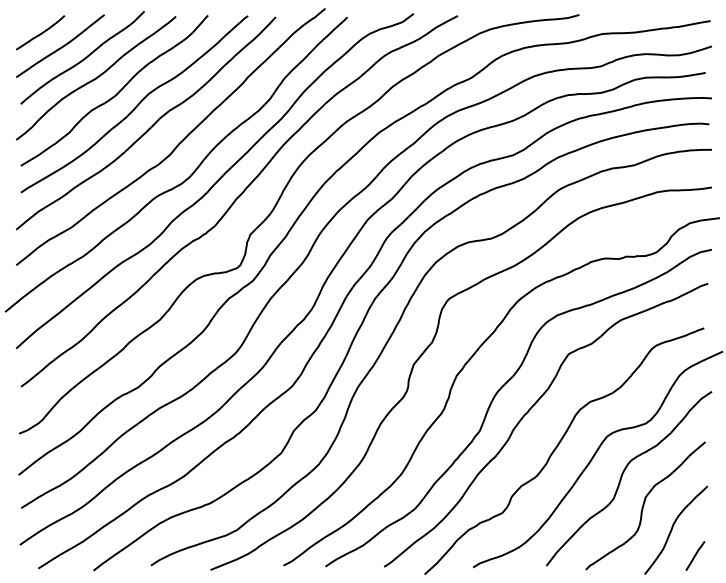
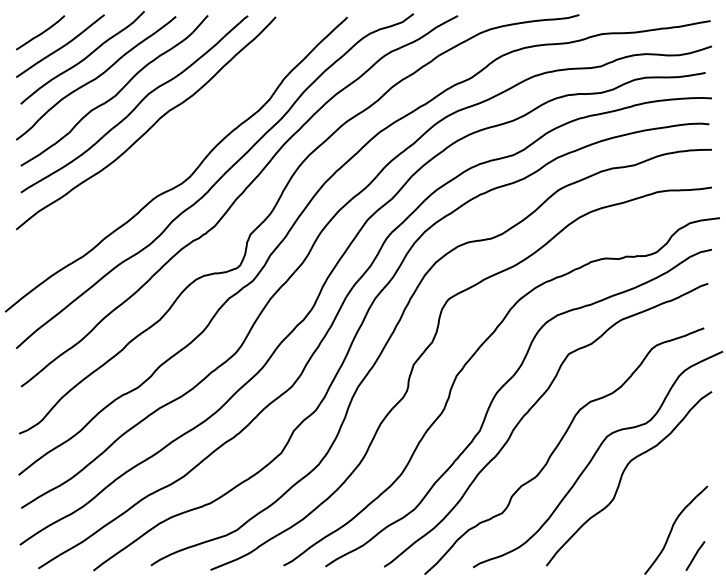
curve at (178, 143): present -> none
curve at (644, 505): present -> none
